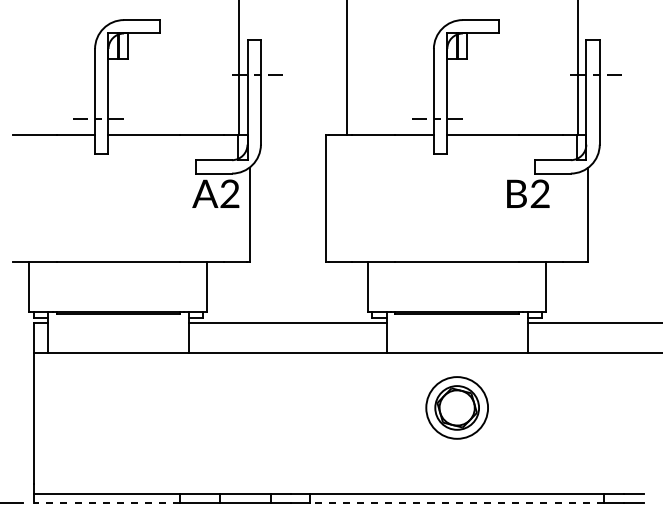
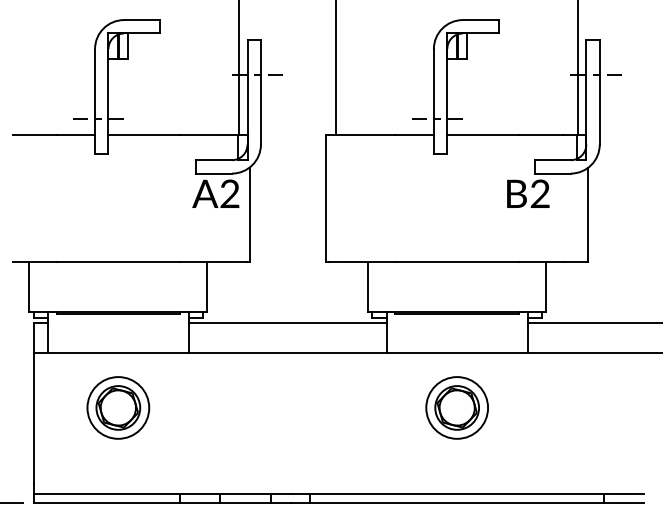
line at (347, 68) position: (347, 68) -> (336, 68)
part at (118, 407): none -> present
line at (106, 503): dashed -> solid
line at (457, 503): dashed -> solid
